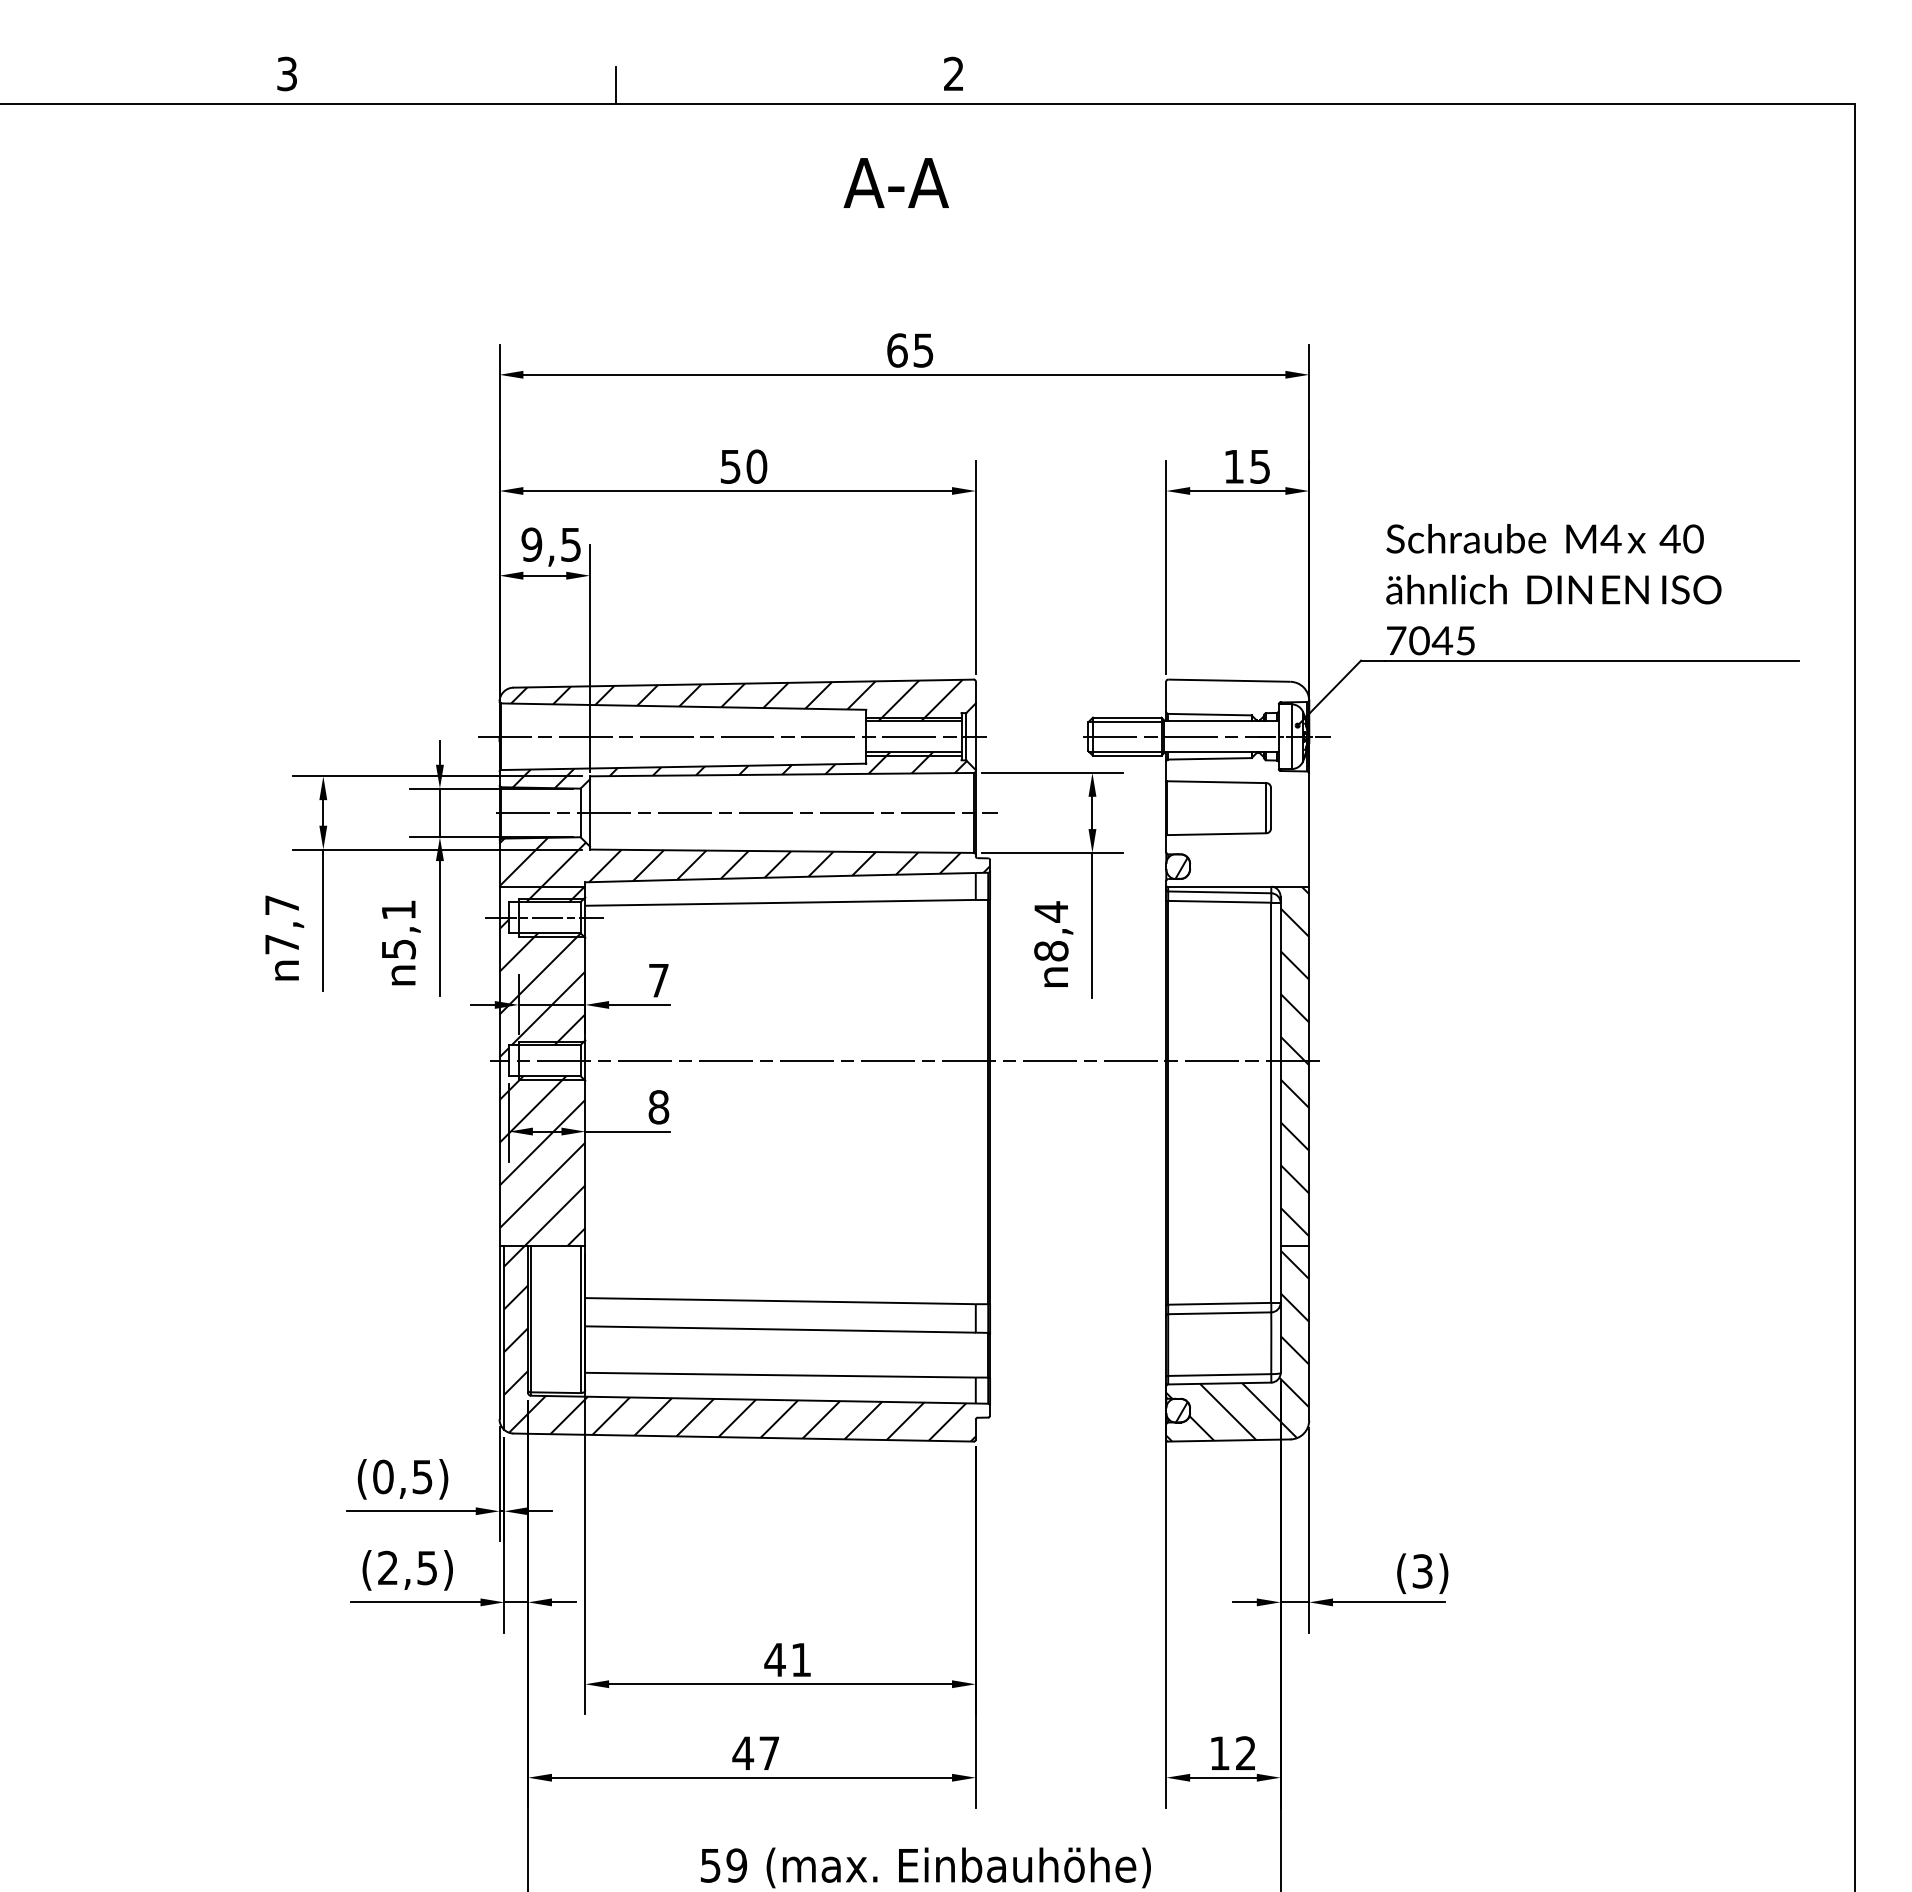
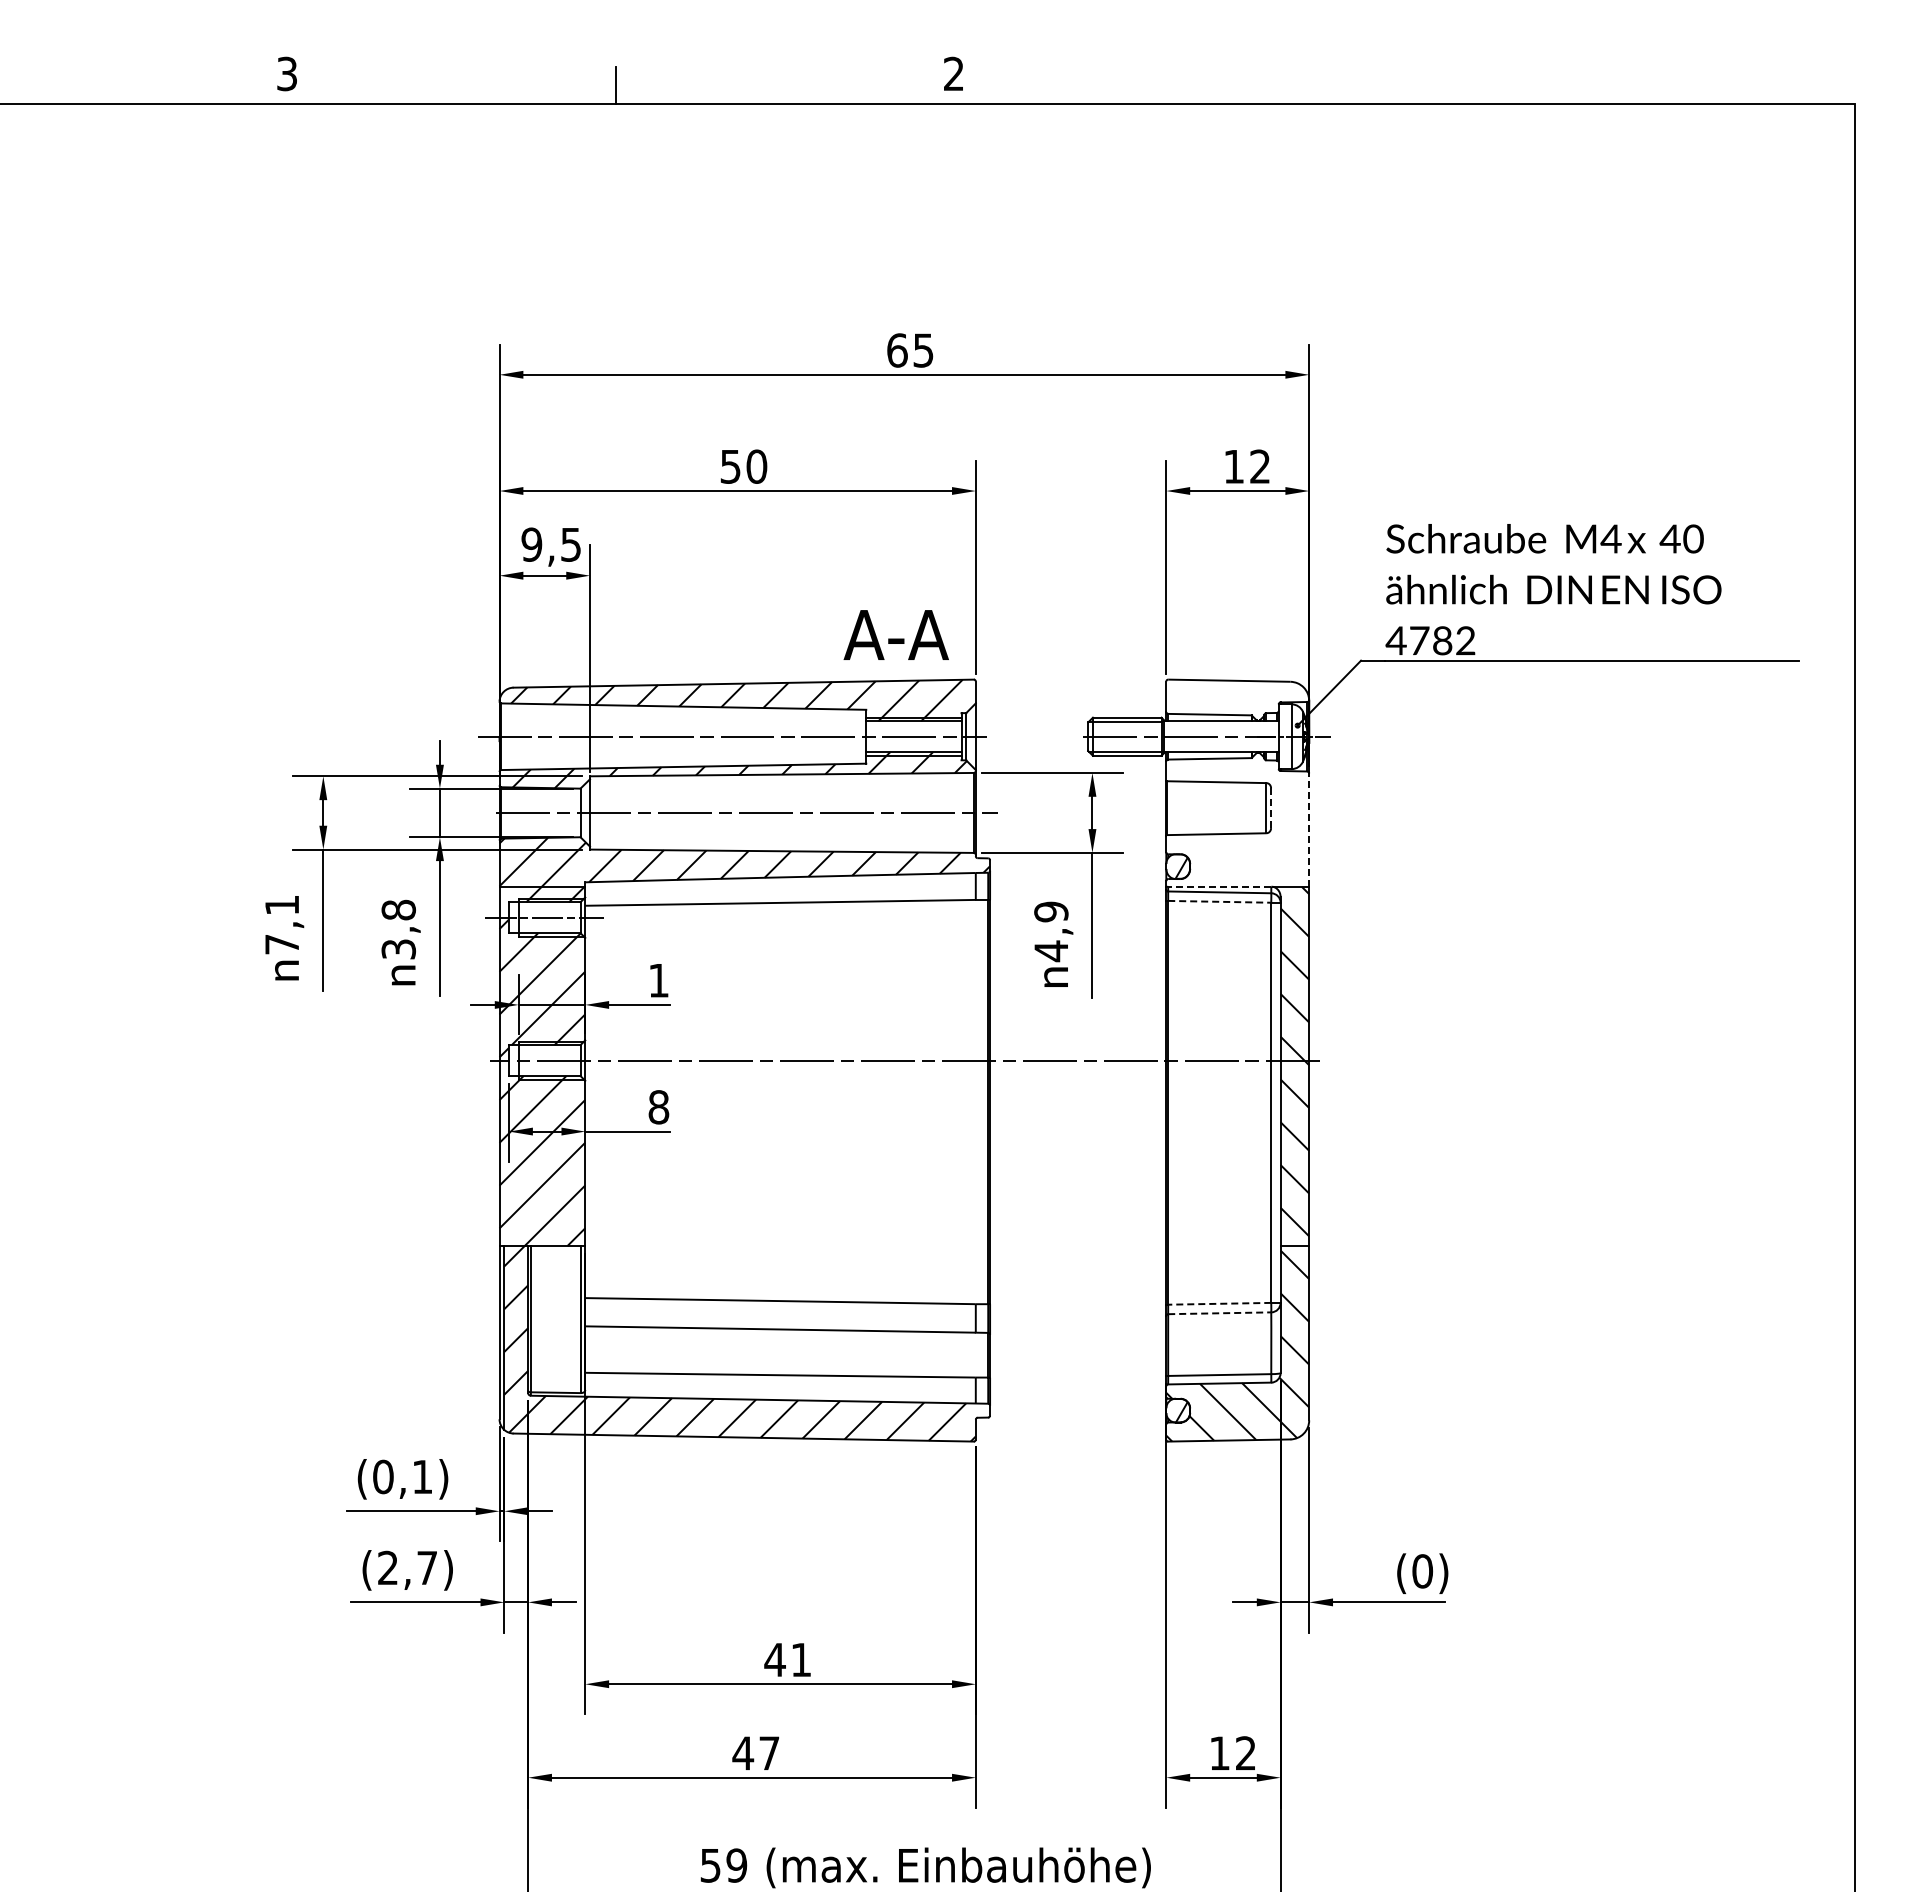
text at (895, 182) position: (895, 182) -> (895, 634)
text at (1259, 466): 15 -> 12
text at (1430, 640): 7045 -> 4782
line at (1271, 808): solid -> dashed
line at (1309, 830): solid -> dashed
line at (1219, 886): solid -> dashed
line at (1219, 901): solid -> dashed
text at (281, 904): 7,7 -> 7,1
text at (398, 928): 5,1 -> 3,8
text at (1051, 931): 8,4 -> 4,9
text at (658, 980): 7 -> 1
line at (1219, 1303): solid -> dashed
line at (1219, 1313): solid -> dashed
text at (422, 1477): (0,5) -> (0,1)
text at (426, 1568): (2,5) -> (2,7)
text at (1422, 1571): (3) -> (0)
